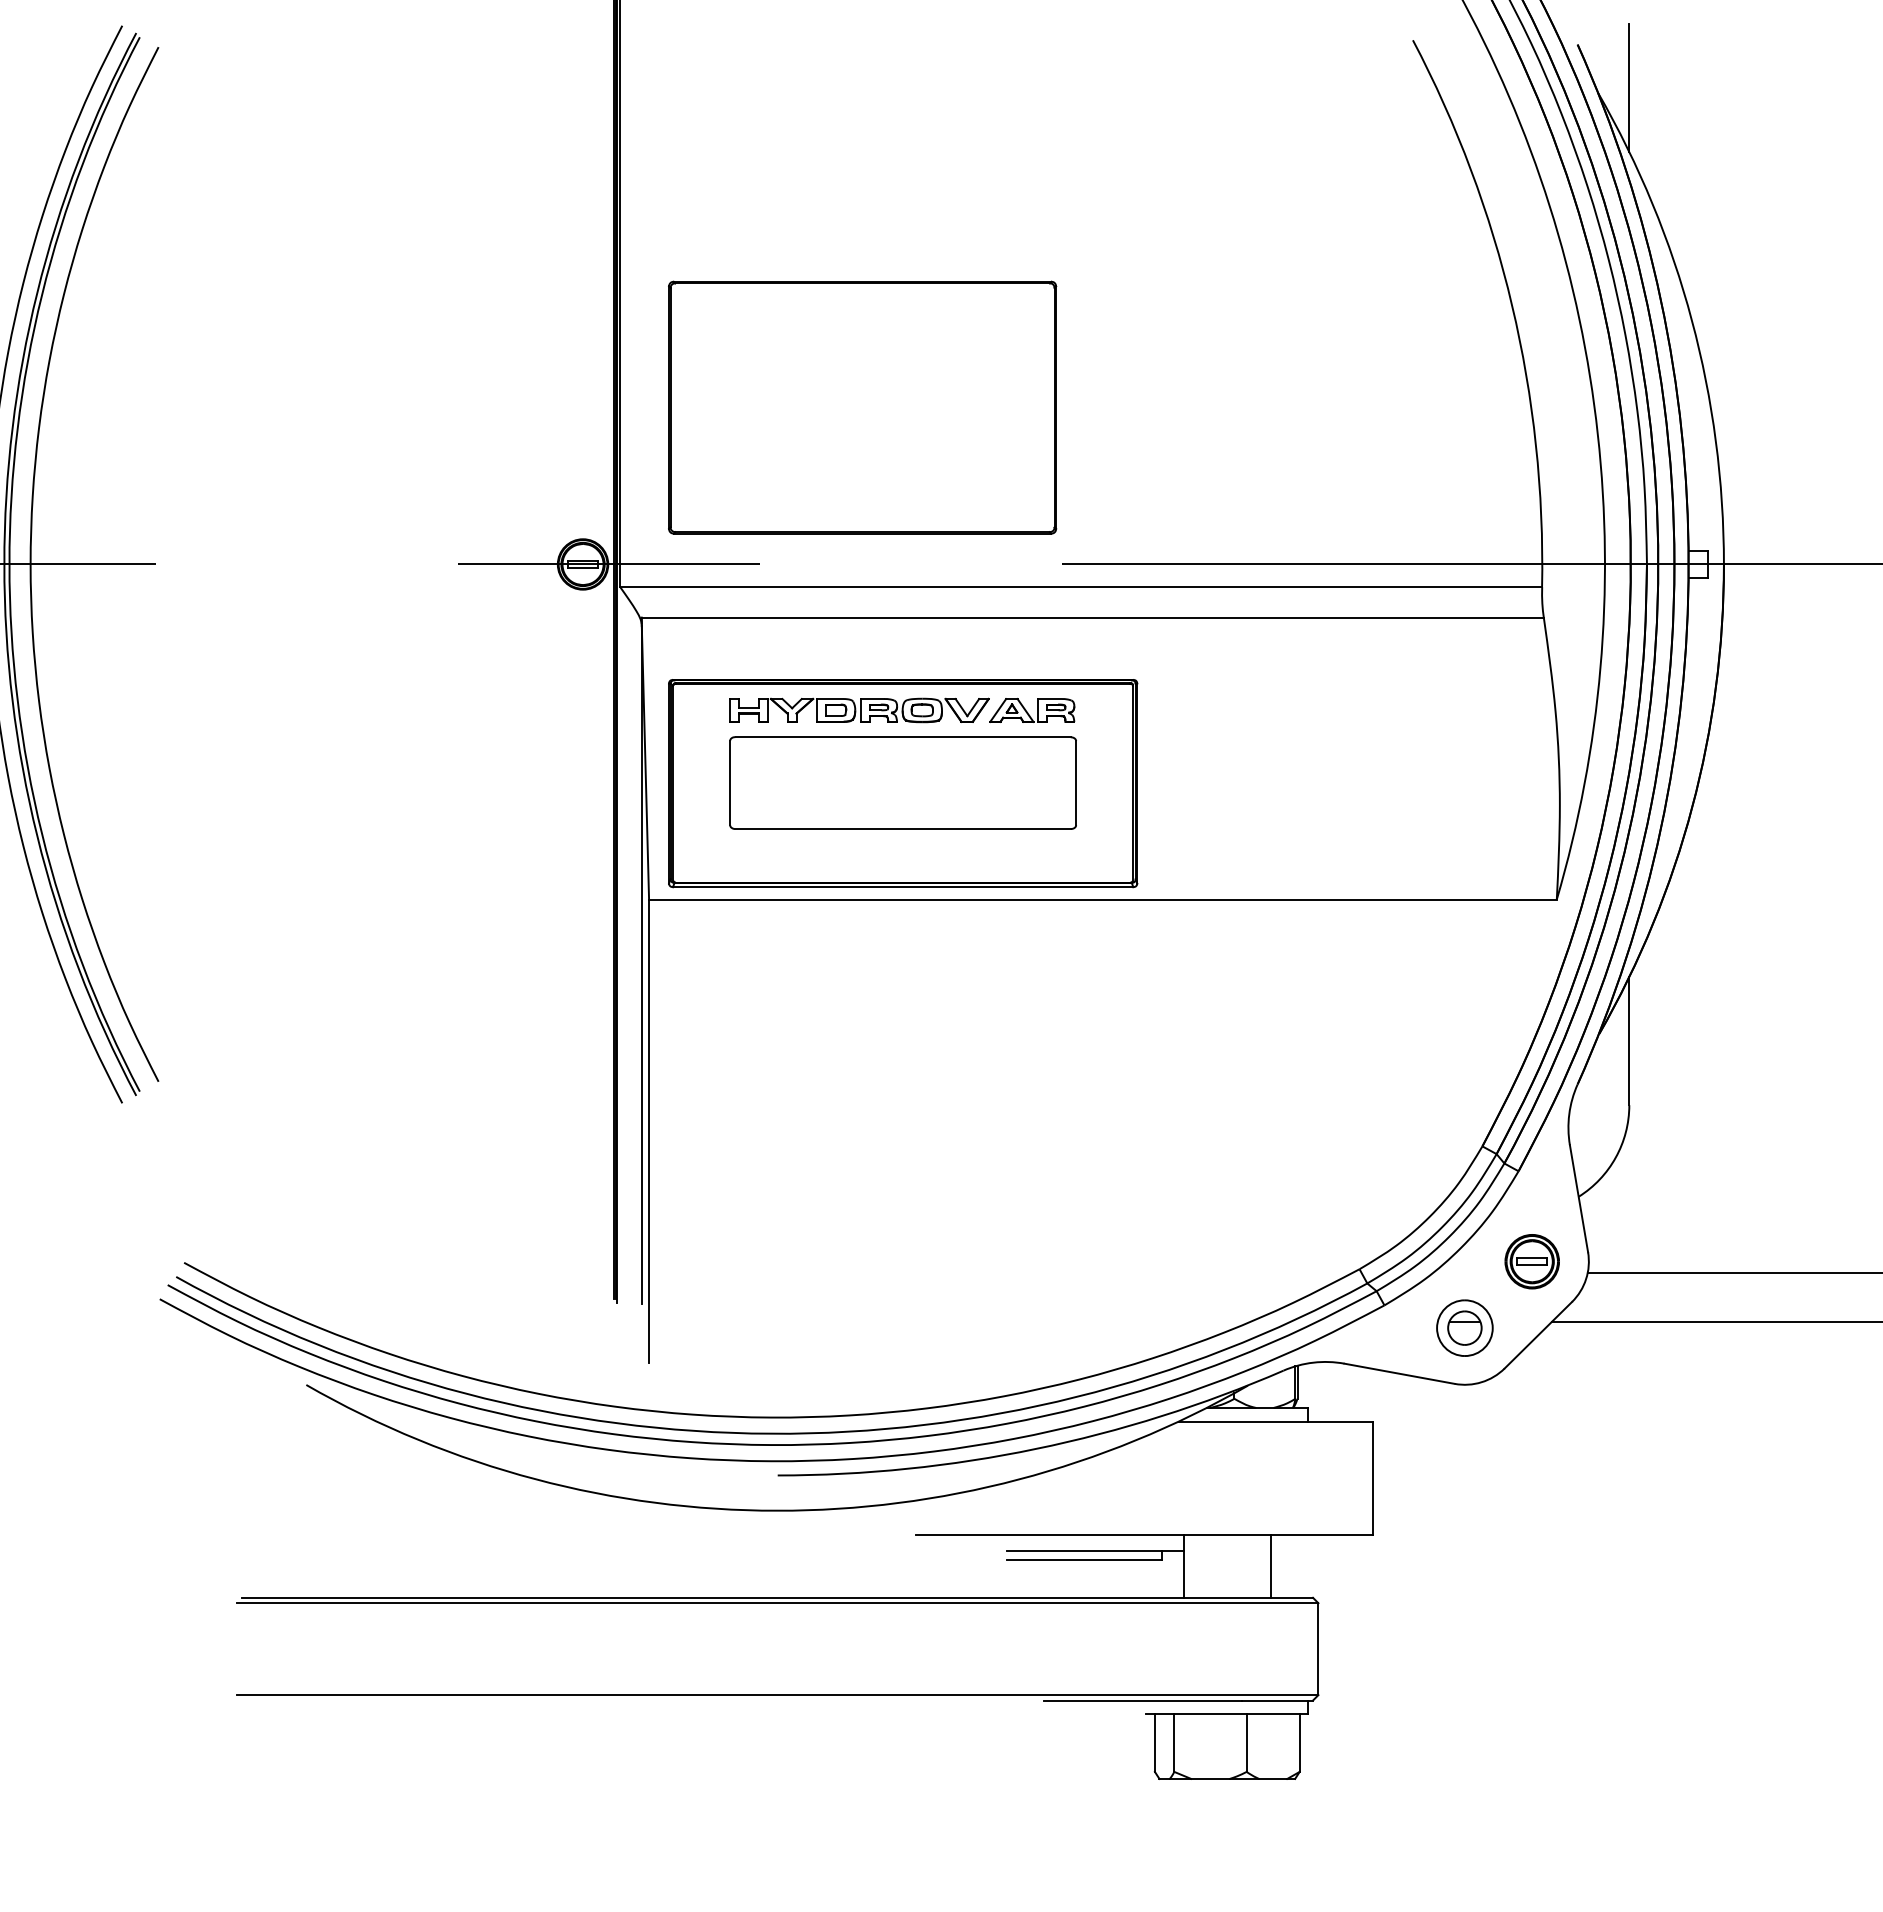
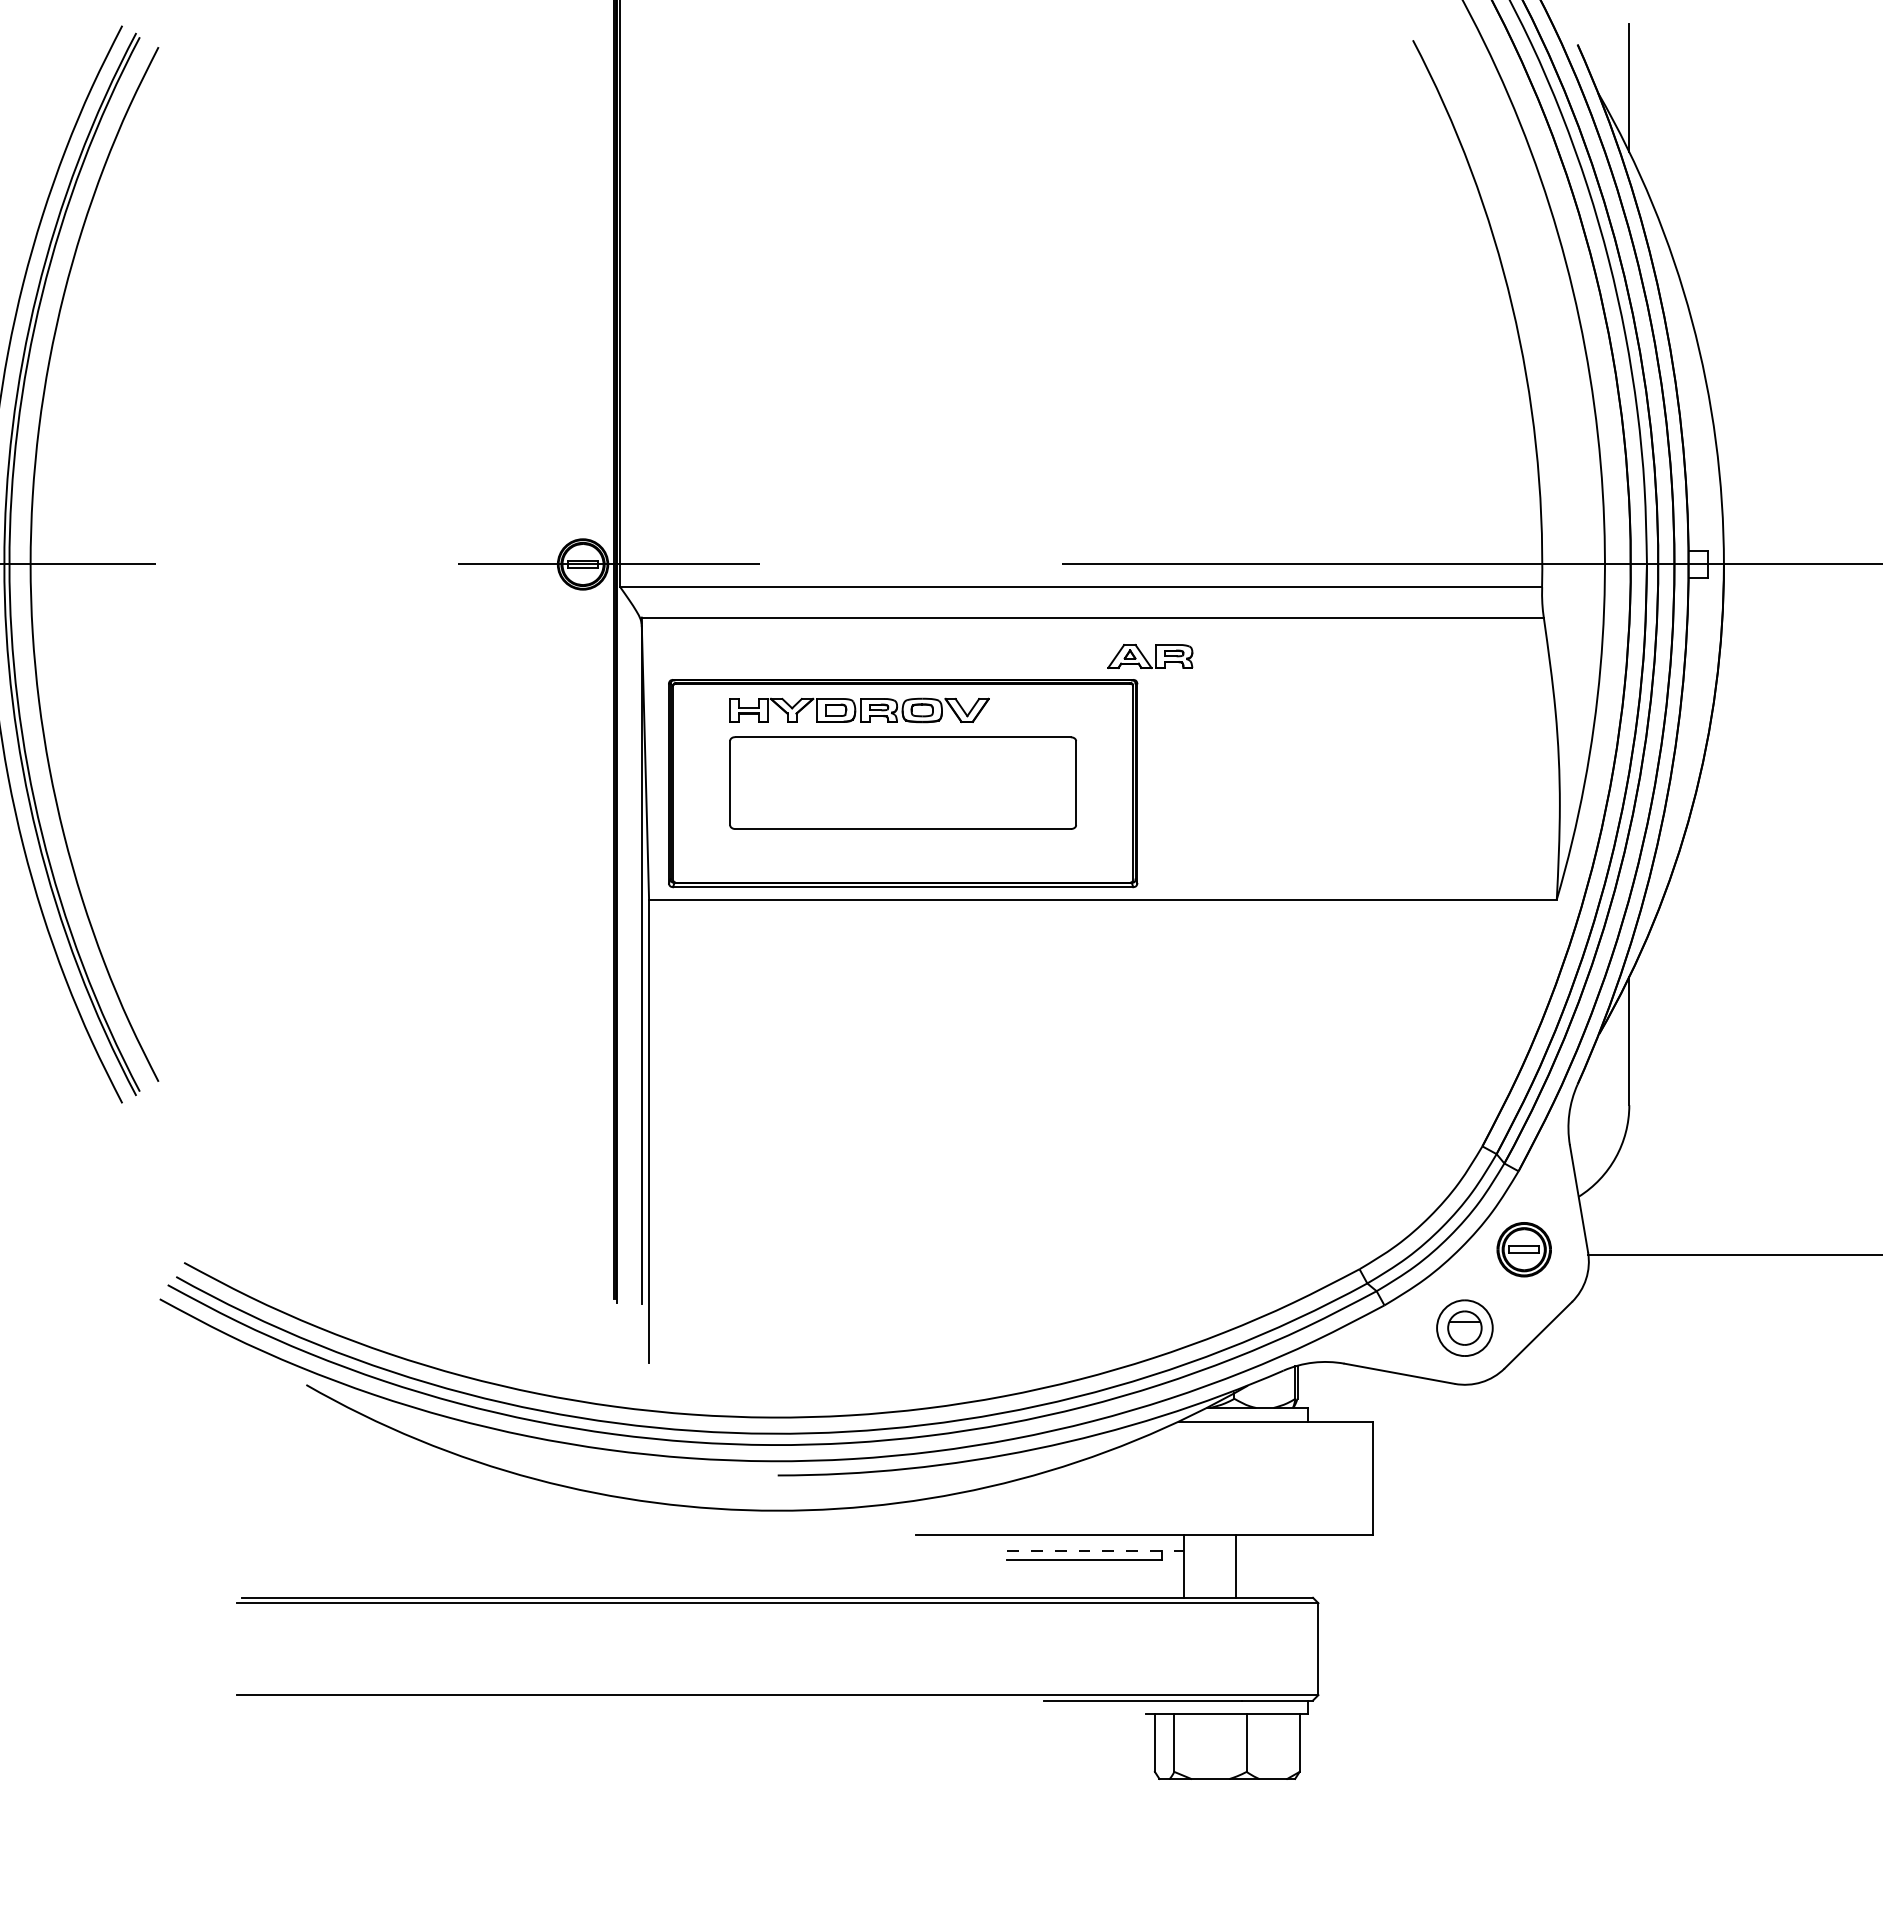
part at (862, 407): present -> none
part at (1032, 710) position: (1032, 710) -> (1150, 656)
part at (1531, 1261) position: (1531, 1261) -> (1523, 1249)
line at (1733, 1272) position: (1733, 1272) -> (1733, 1254)
line at (1715, 1321): present -> none
line at (1096, 1551): solid -> dashed
line at (1270, 1566) position: (1270, 1566) -> (1235, 1566)
